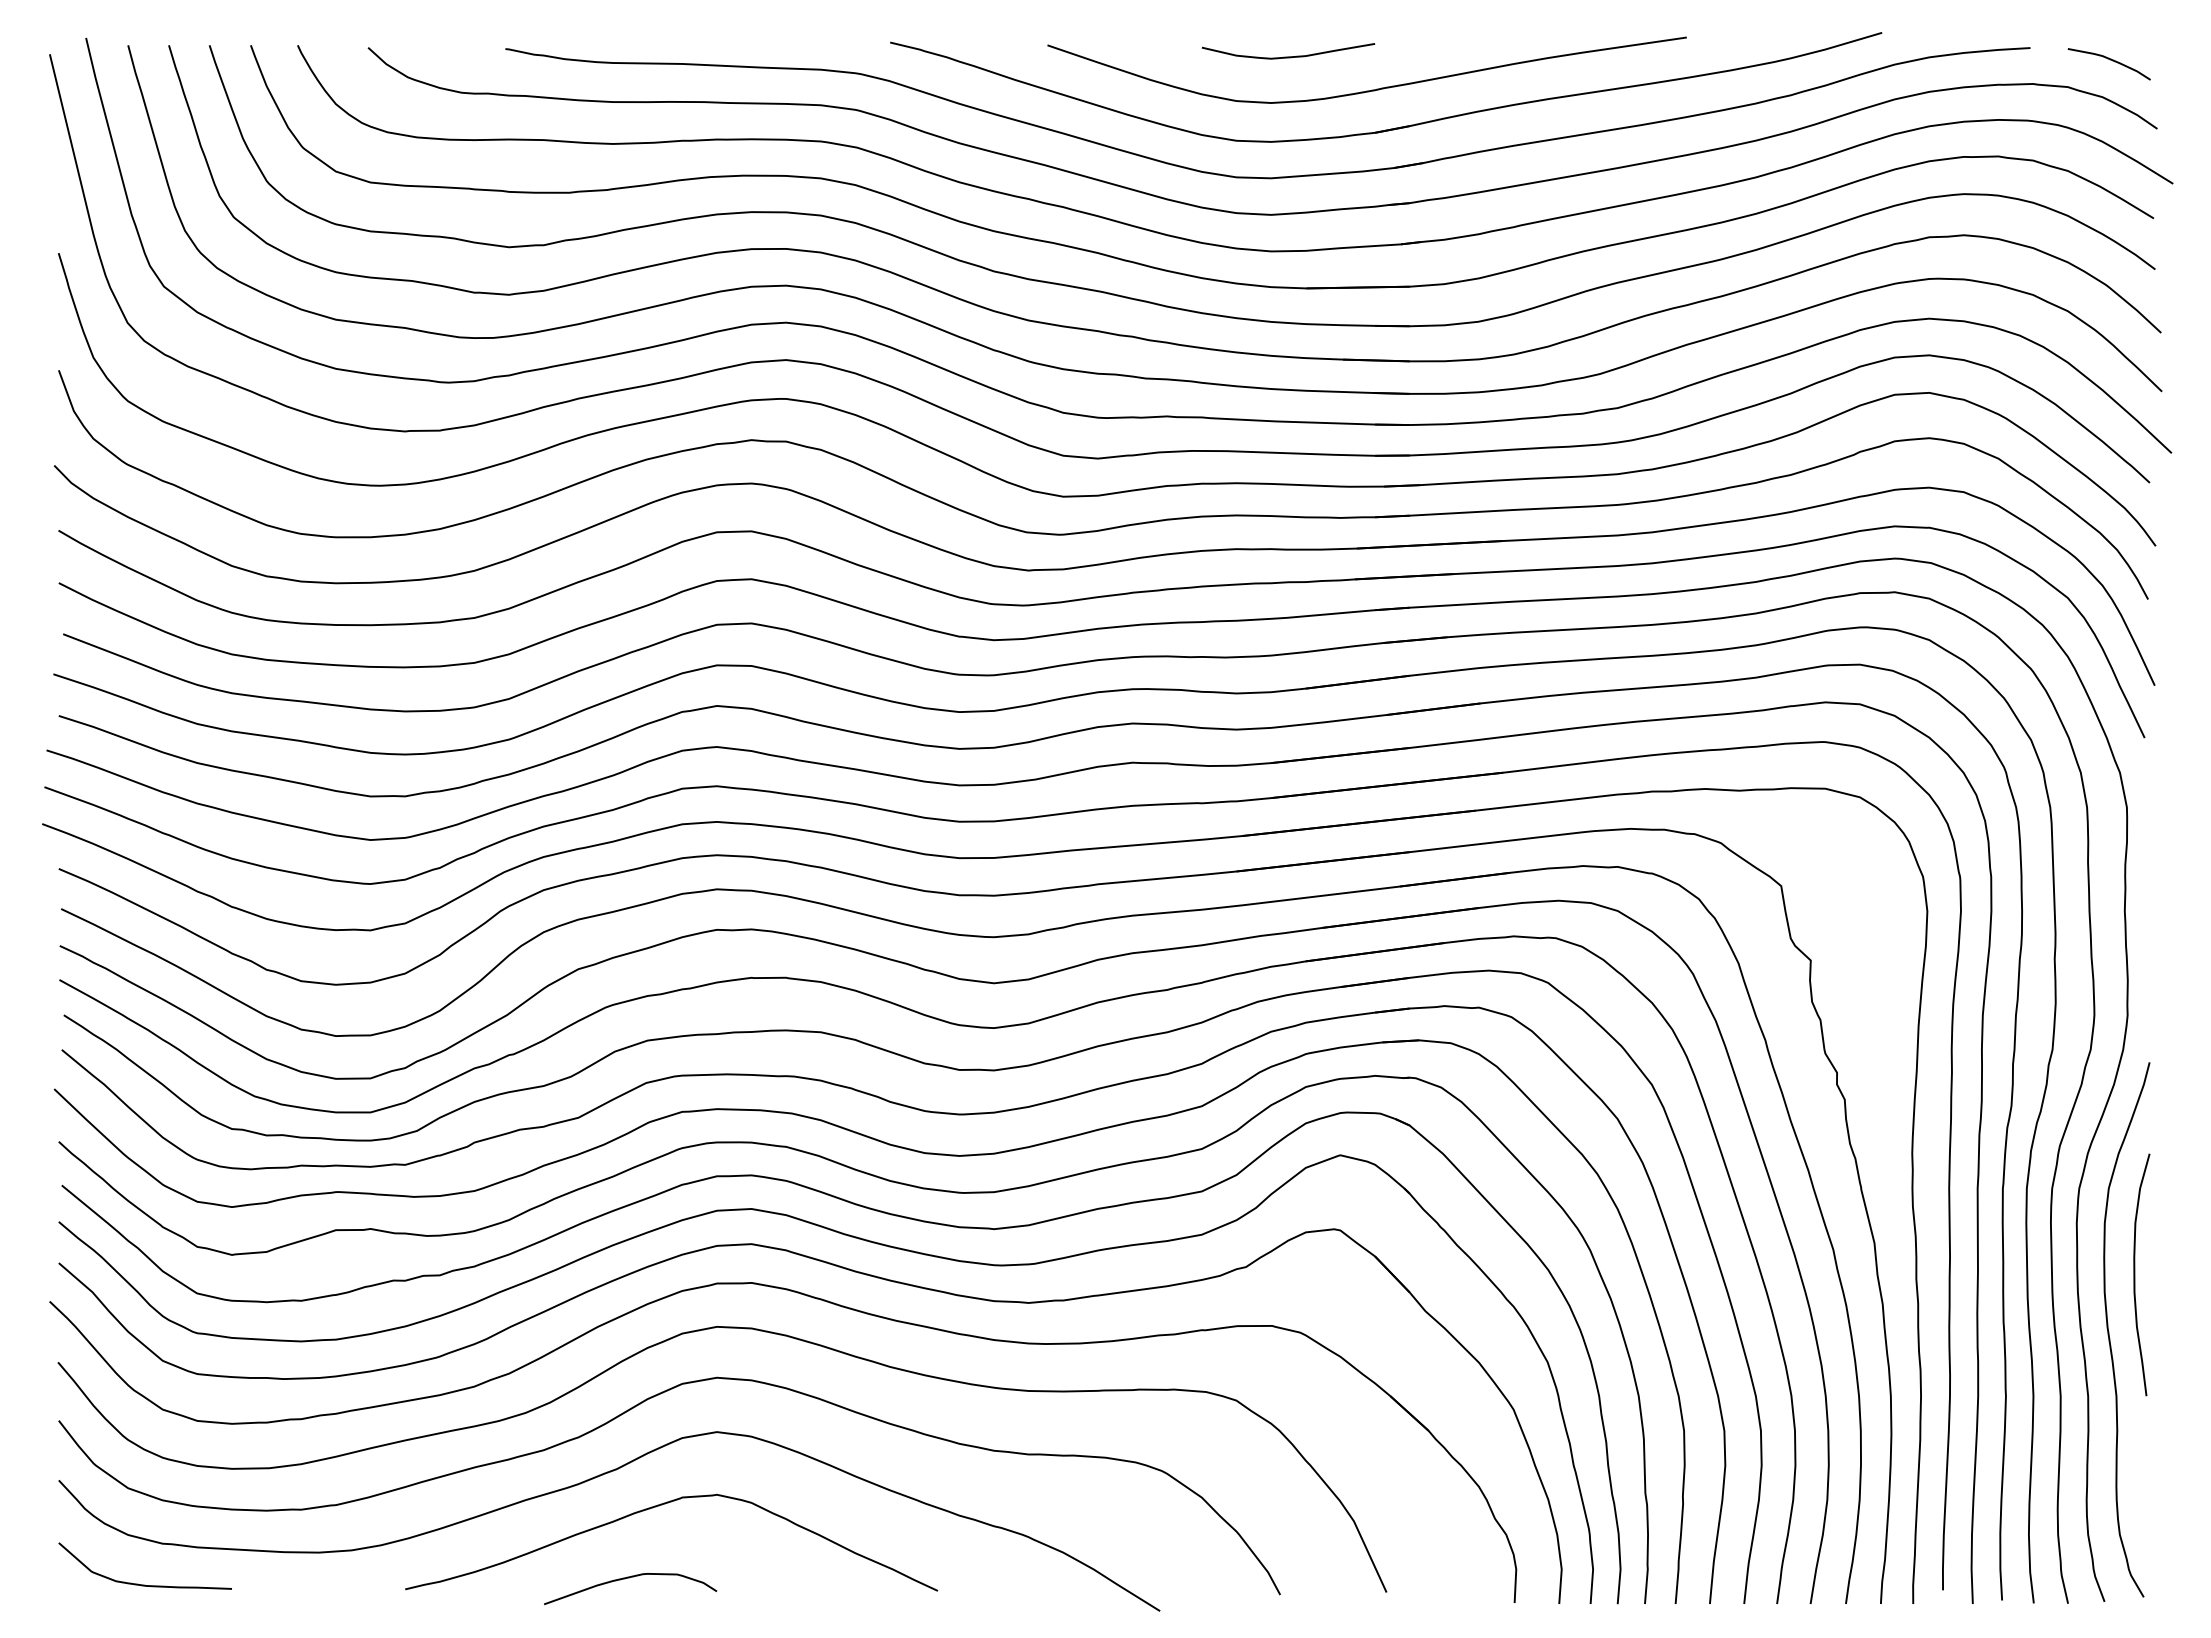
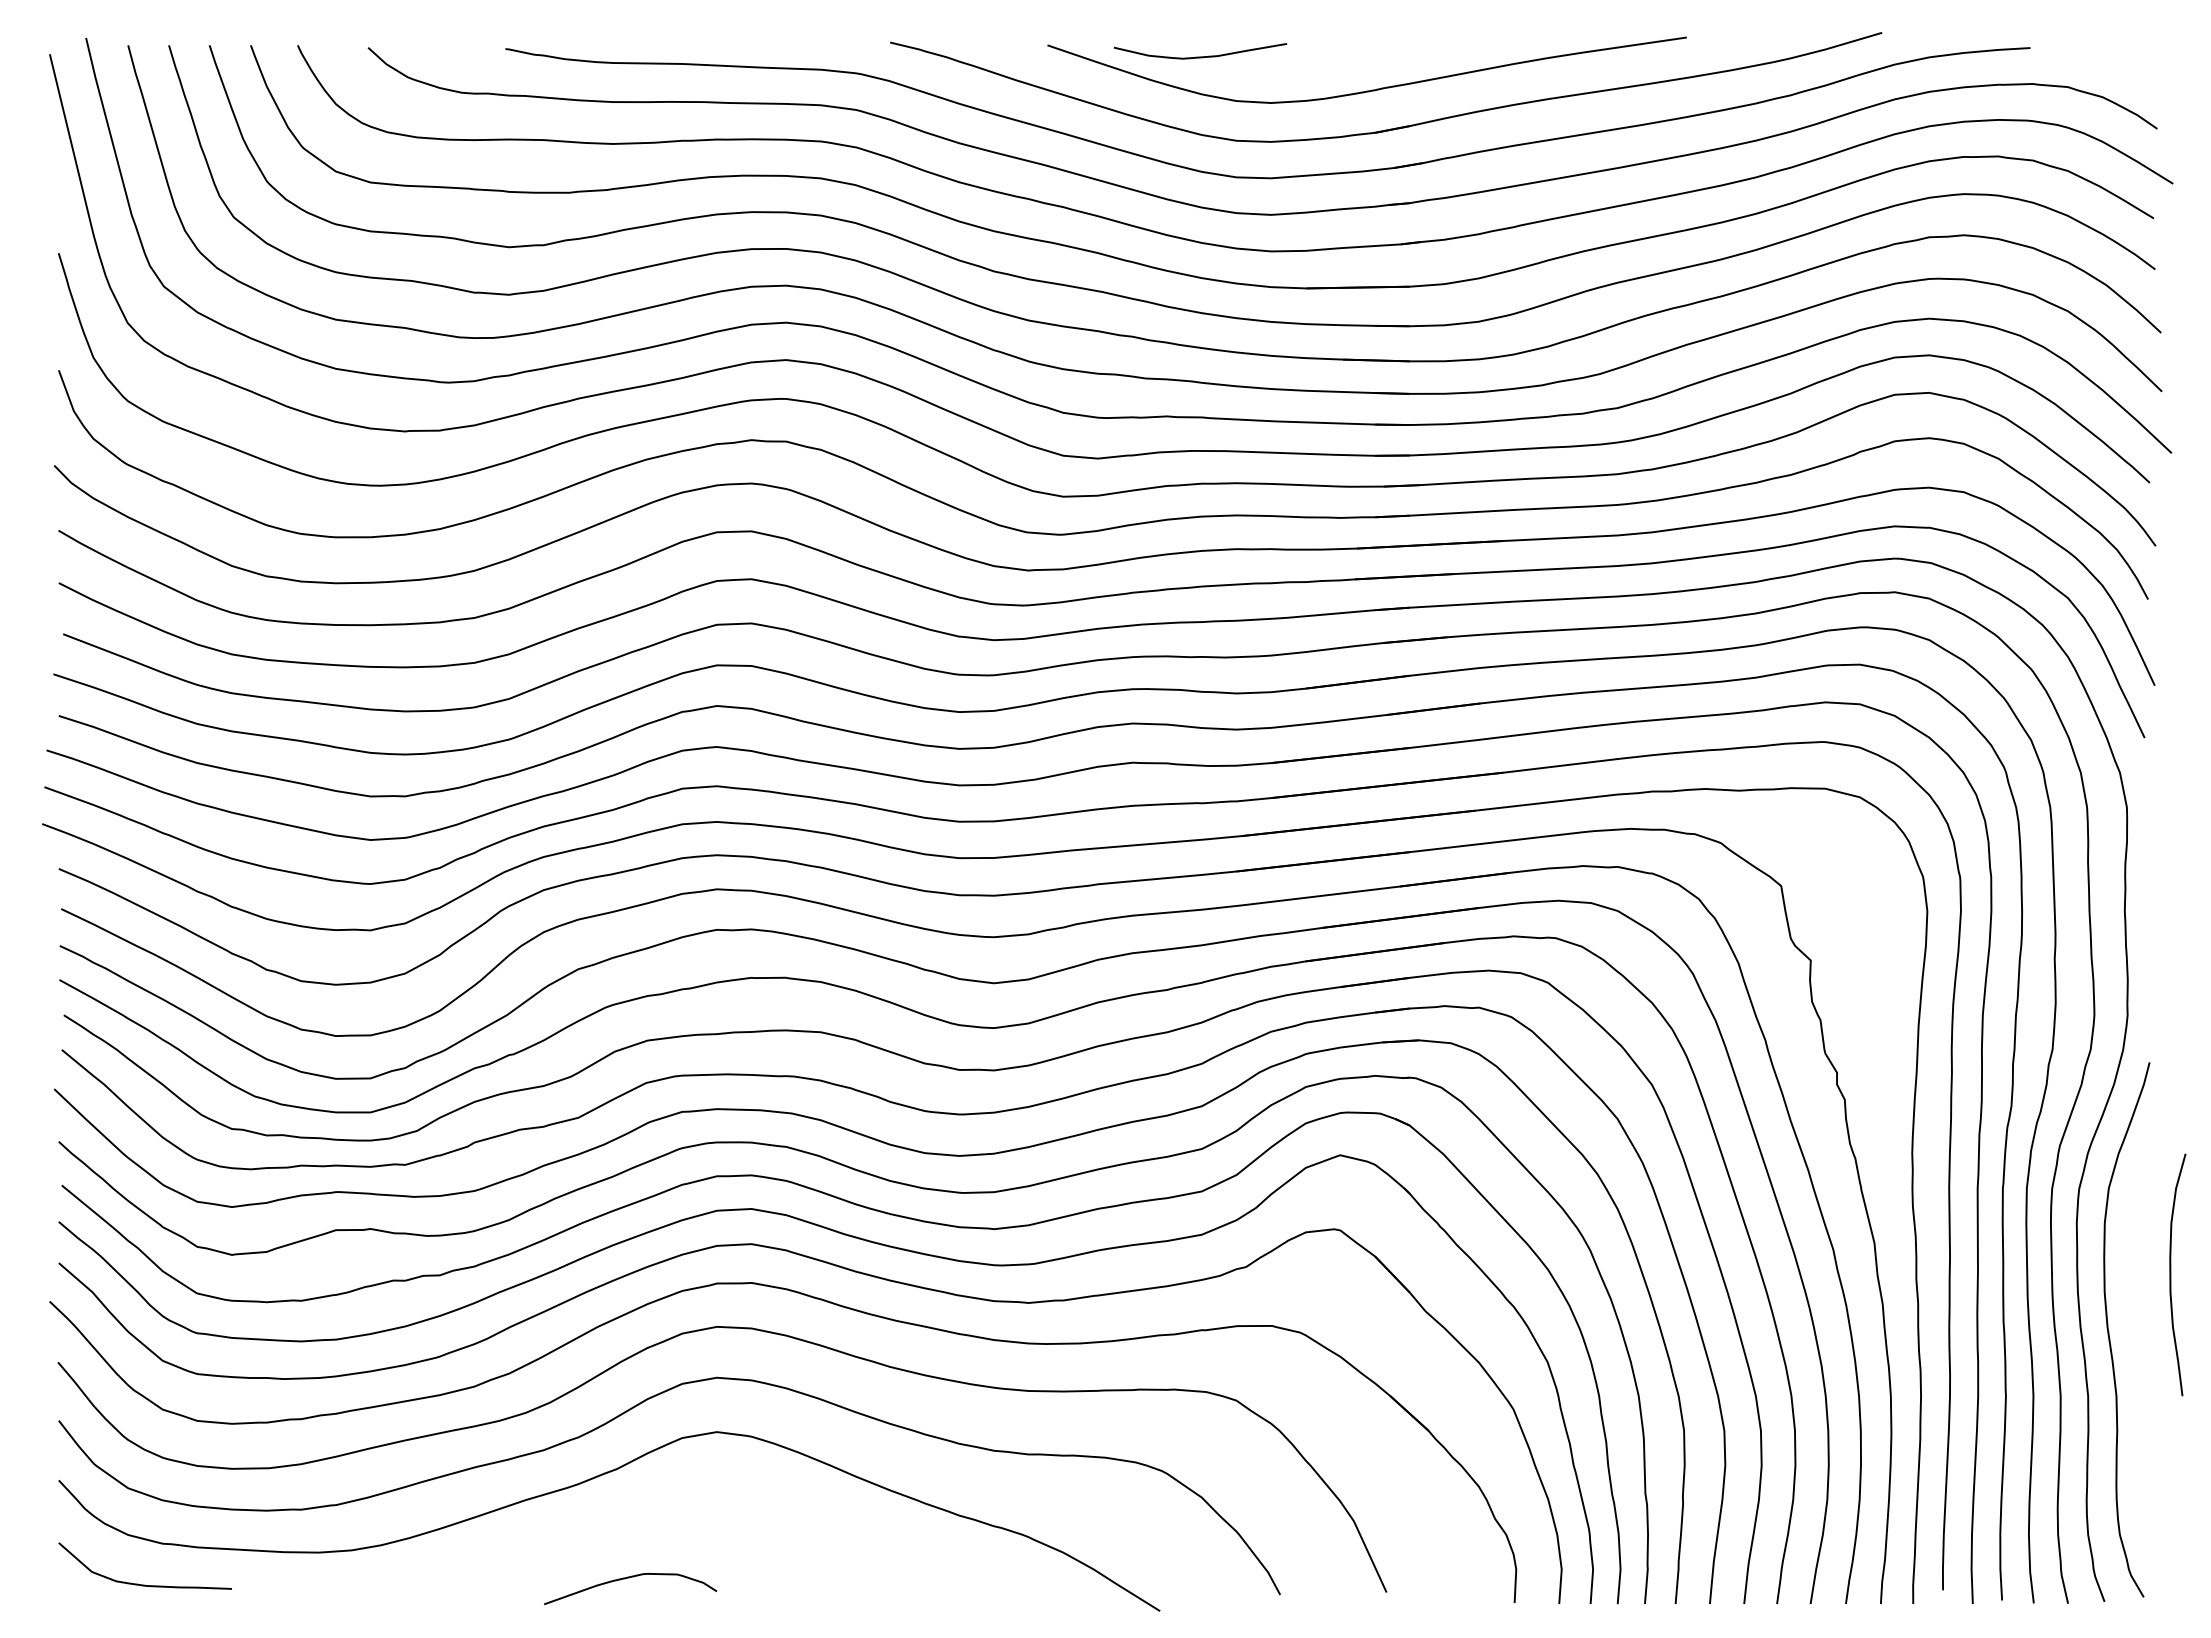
curve at (1288, 56) position: (1288, 56) -> (1200, 56)
curve at (2110, 60): present -> none
curve at (2135, 1274) position: (2135, 1274) -> (2171, 1274)
curve at (659, 1506): present -> none
